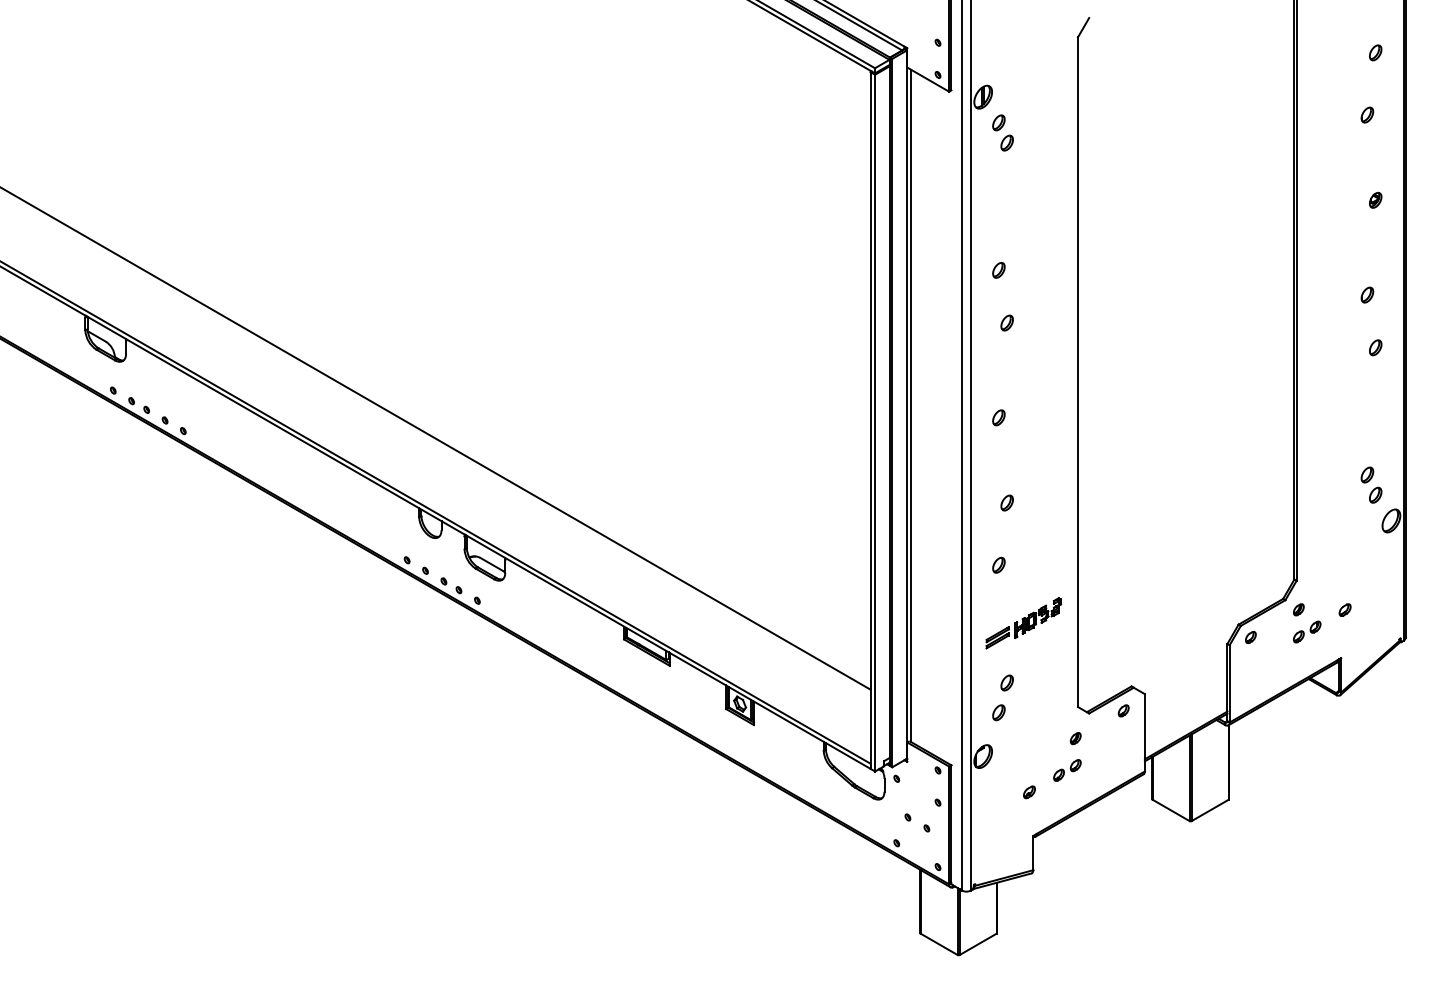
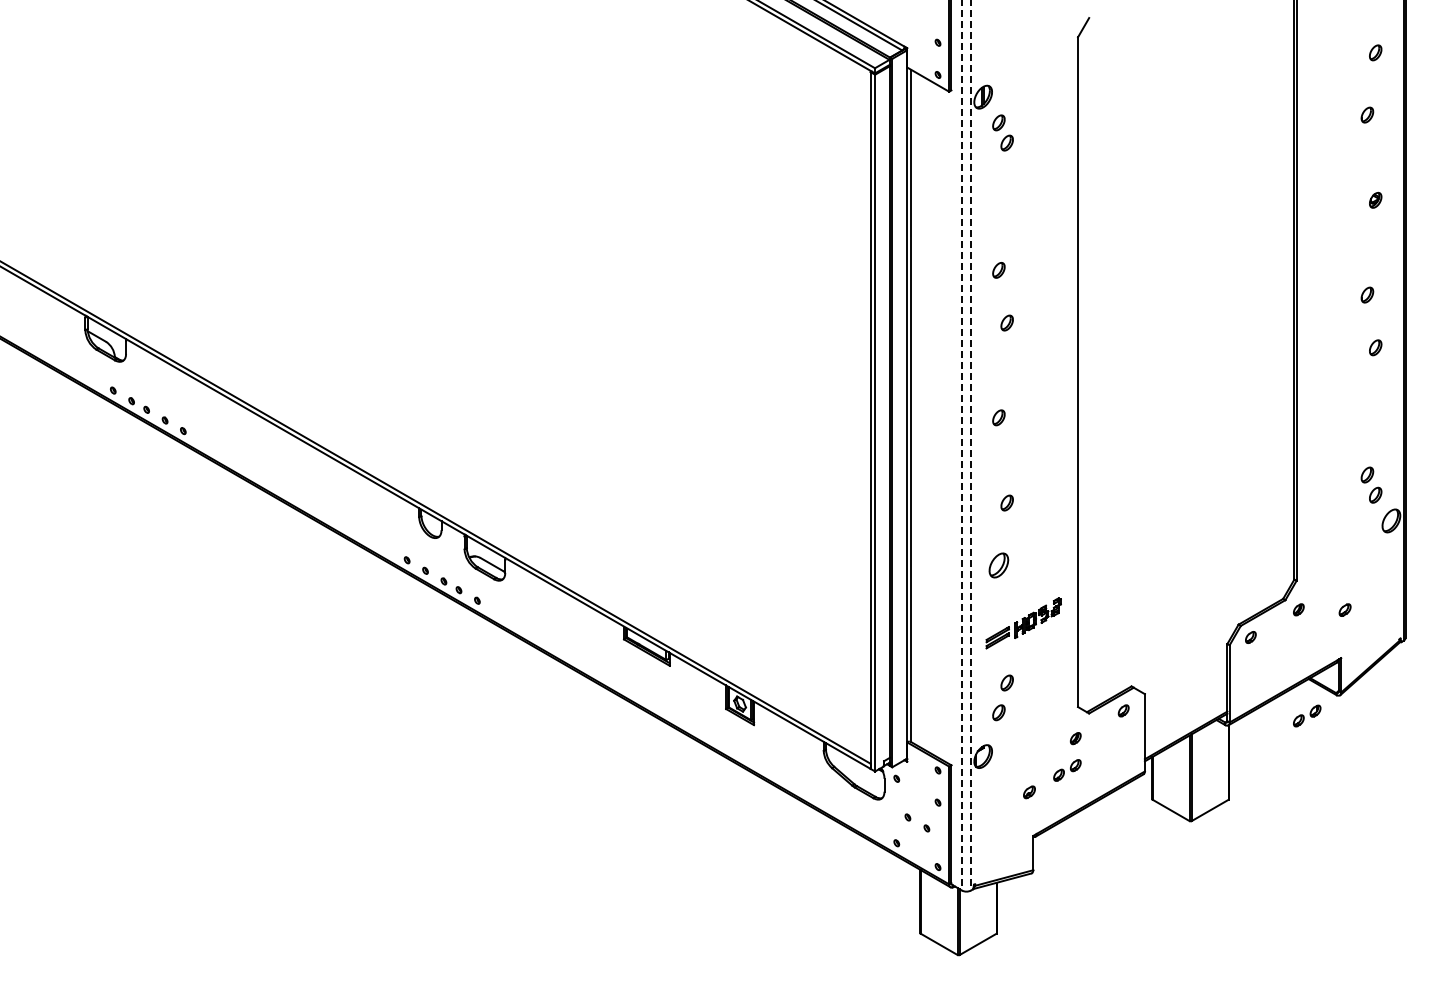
line at (436, 438): present -> none
line at (962, 446): solid -> dashed
line at (970, 446): solid -> dashed
part at (998, 564) size: 14x18 px -> 22x27 px
part at (1307, 631) position: (1307, 631) -> (1307, 715)
